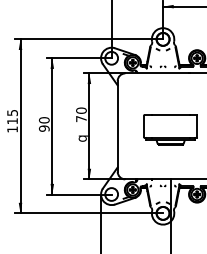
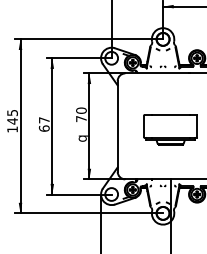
text at (12, 120): 115 -> 145
text at (43, 124): 90 -> 67
